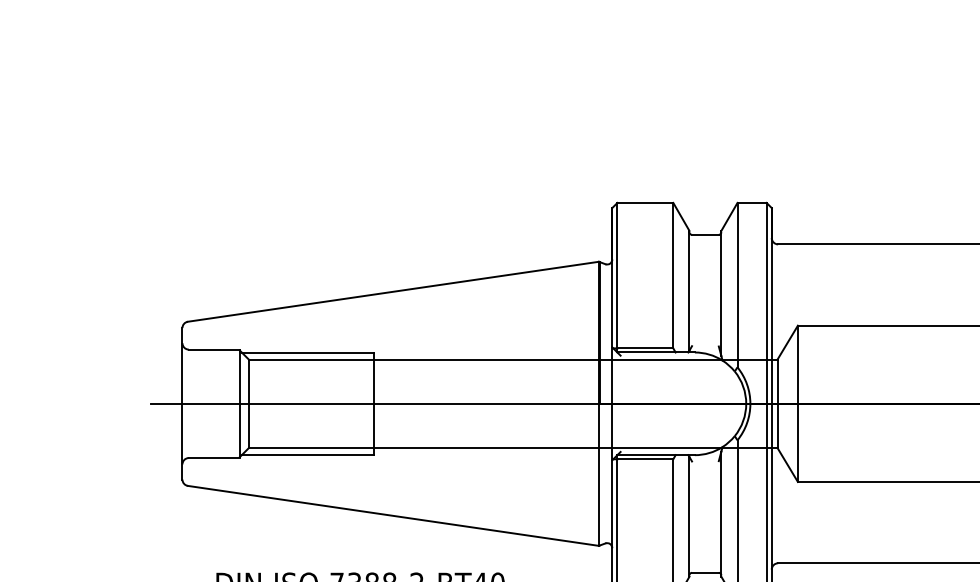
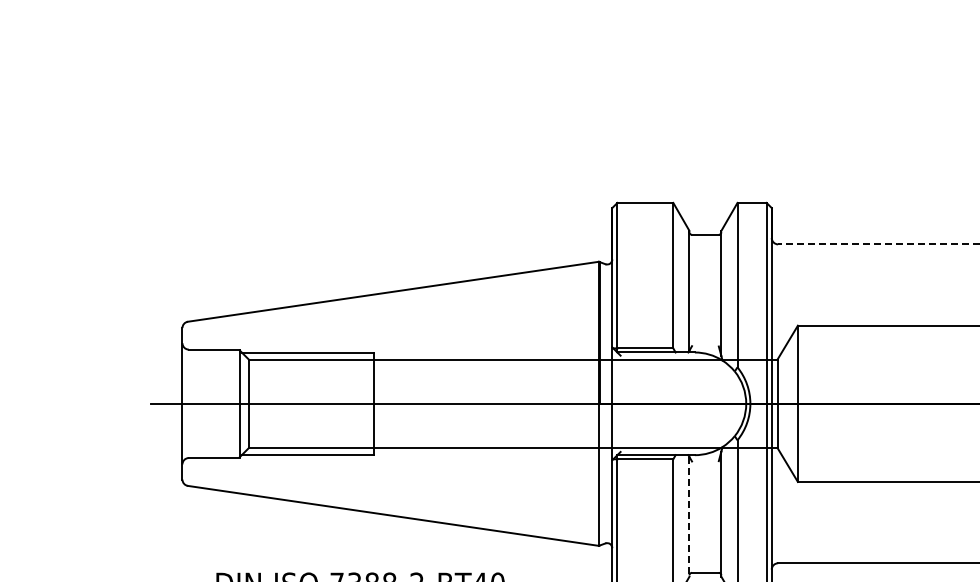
line at (878, 244): solid -> dashed
line at (689, 516): solid -> dashed
